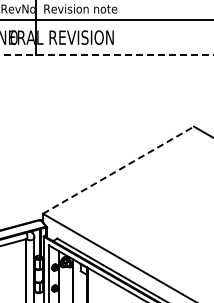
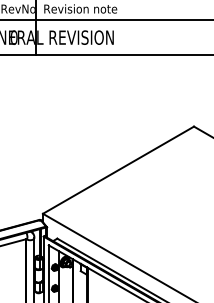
line at (107, 55): dashed -> solid
line at (118, 169): dashed -> solid
